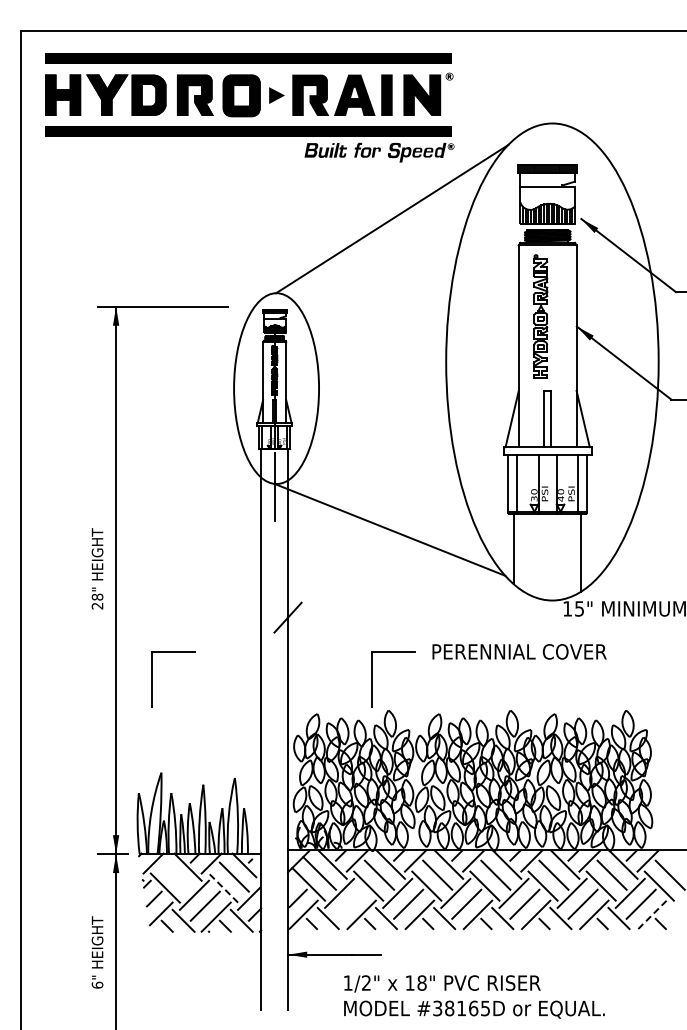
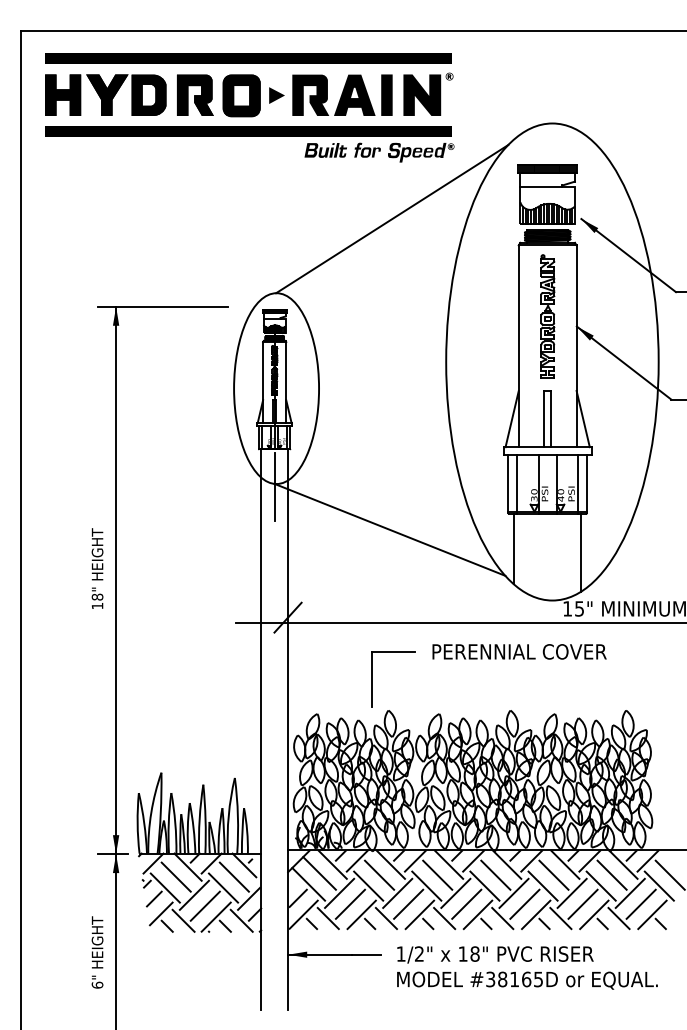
part at (540, 316) position: (540, 316) -> (547, 316)
text at (97, 606): 28" -> 18"
line at (459, 622): none -> present
part at (152, 679): present -> none
line at (175, 876): none -> present
line at (223, 888): dashed -> solid
line at (350, 903): none -> present
line at (652, 914): dashed -> solid
text at (474, 996) position: (474, 996) -> (527, 967)
